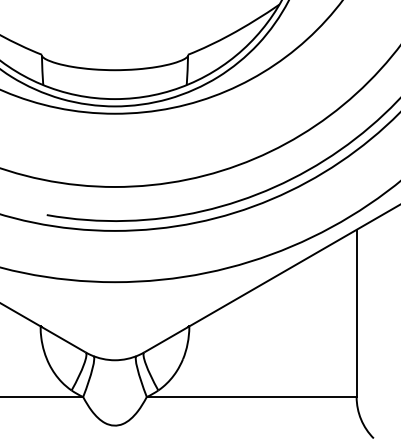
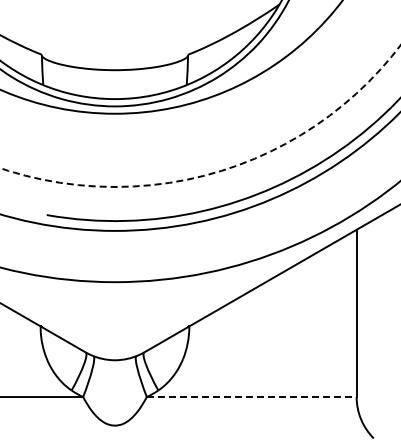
circle at (200, 115): solid -> dashed
line at (251, 397): solid -> dashed
